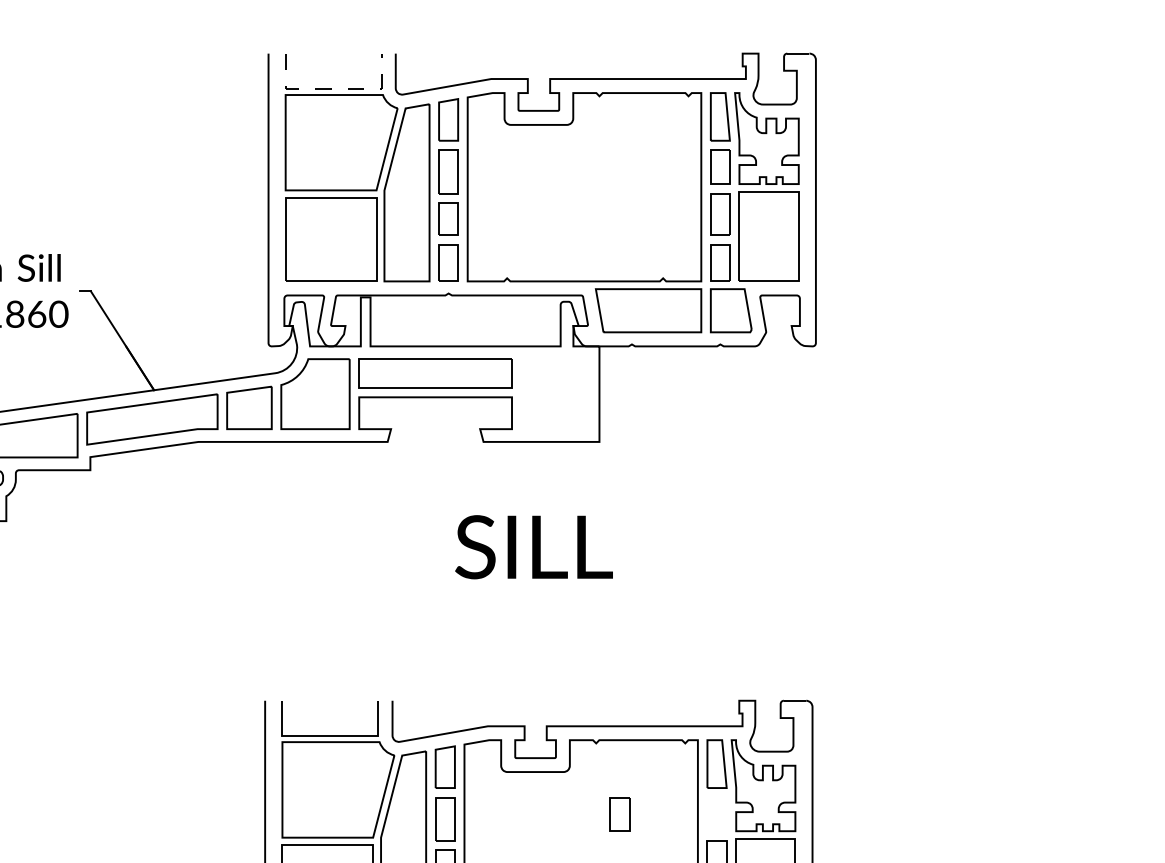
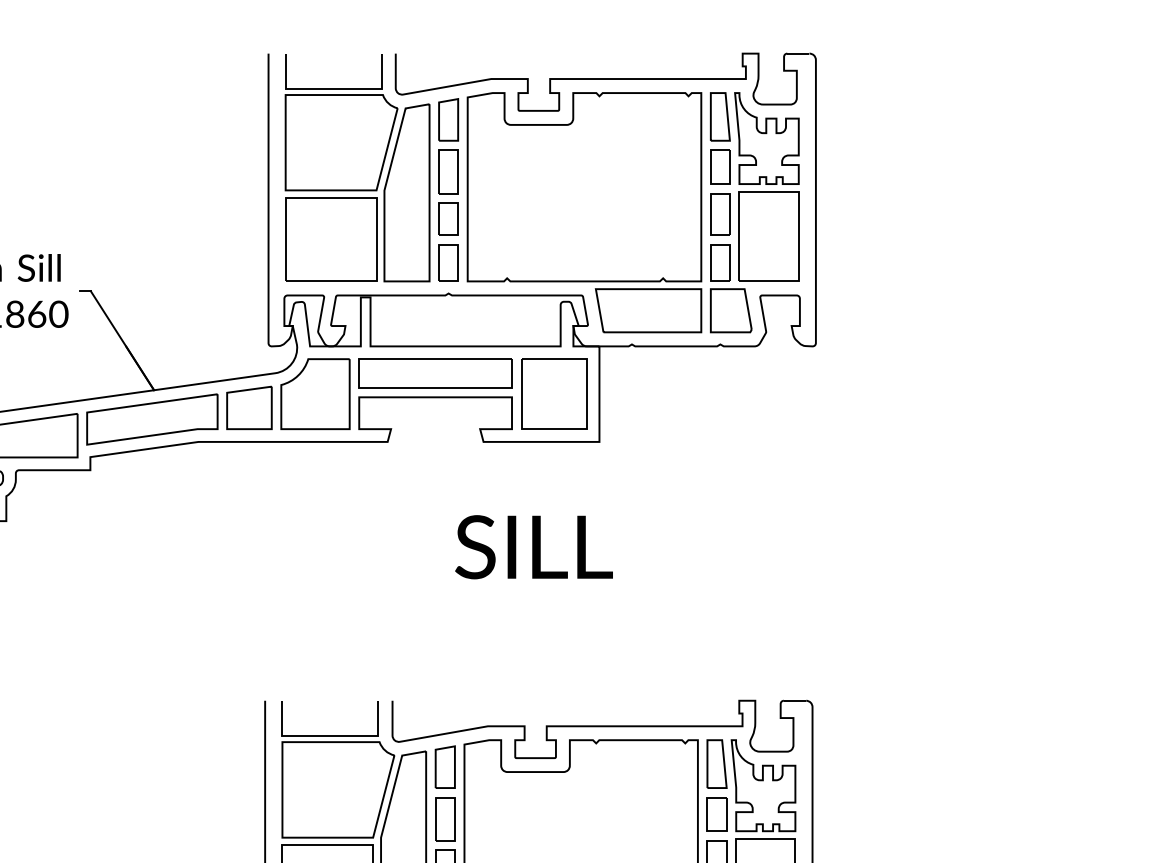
line at (334, 88): dashed -> solid
part at (554, 393): none -> present
part at (619, 814) position: (619, 814) -> (716, 814)
